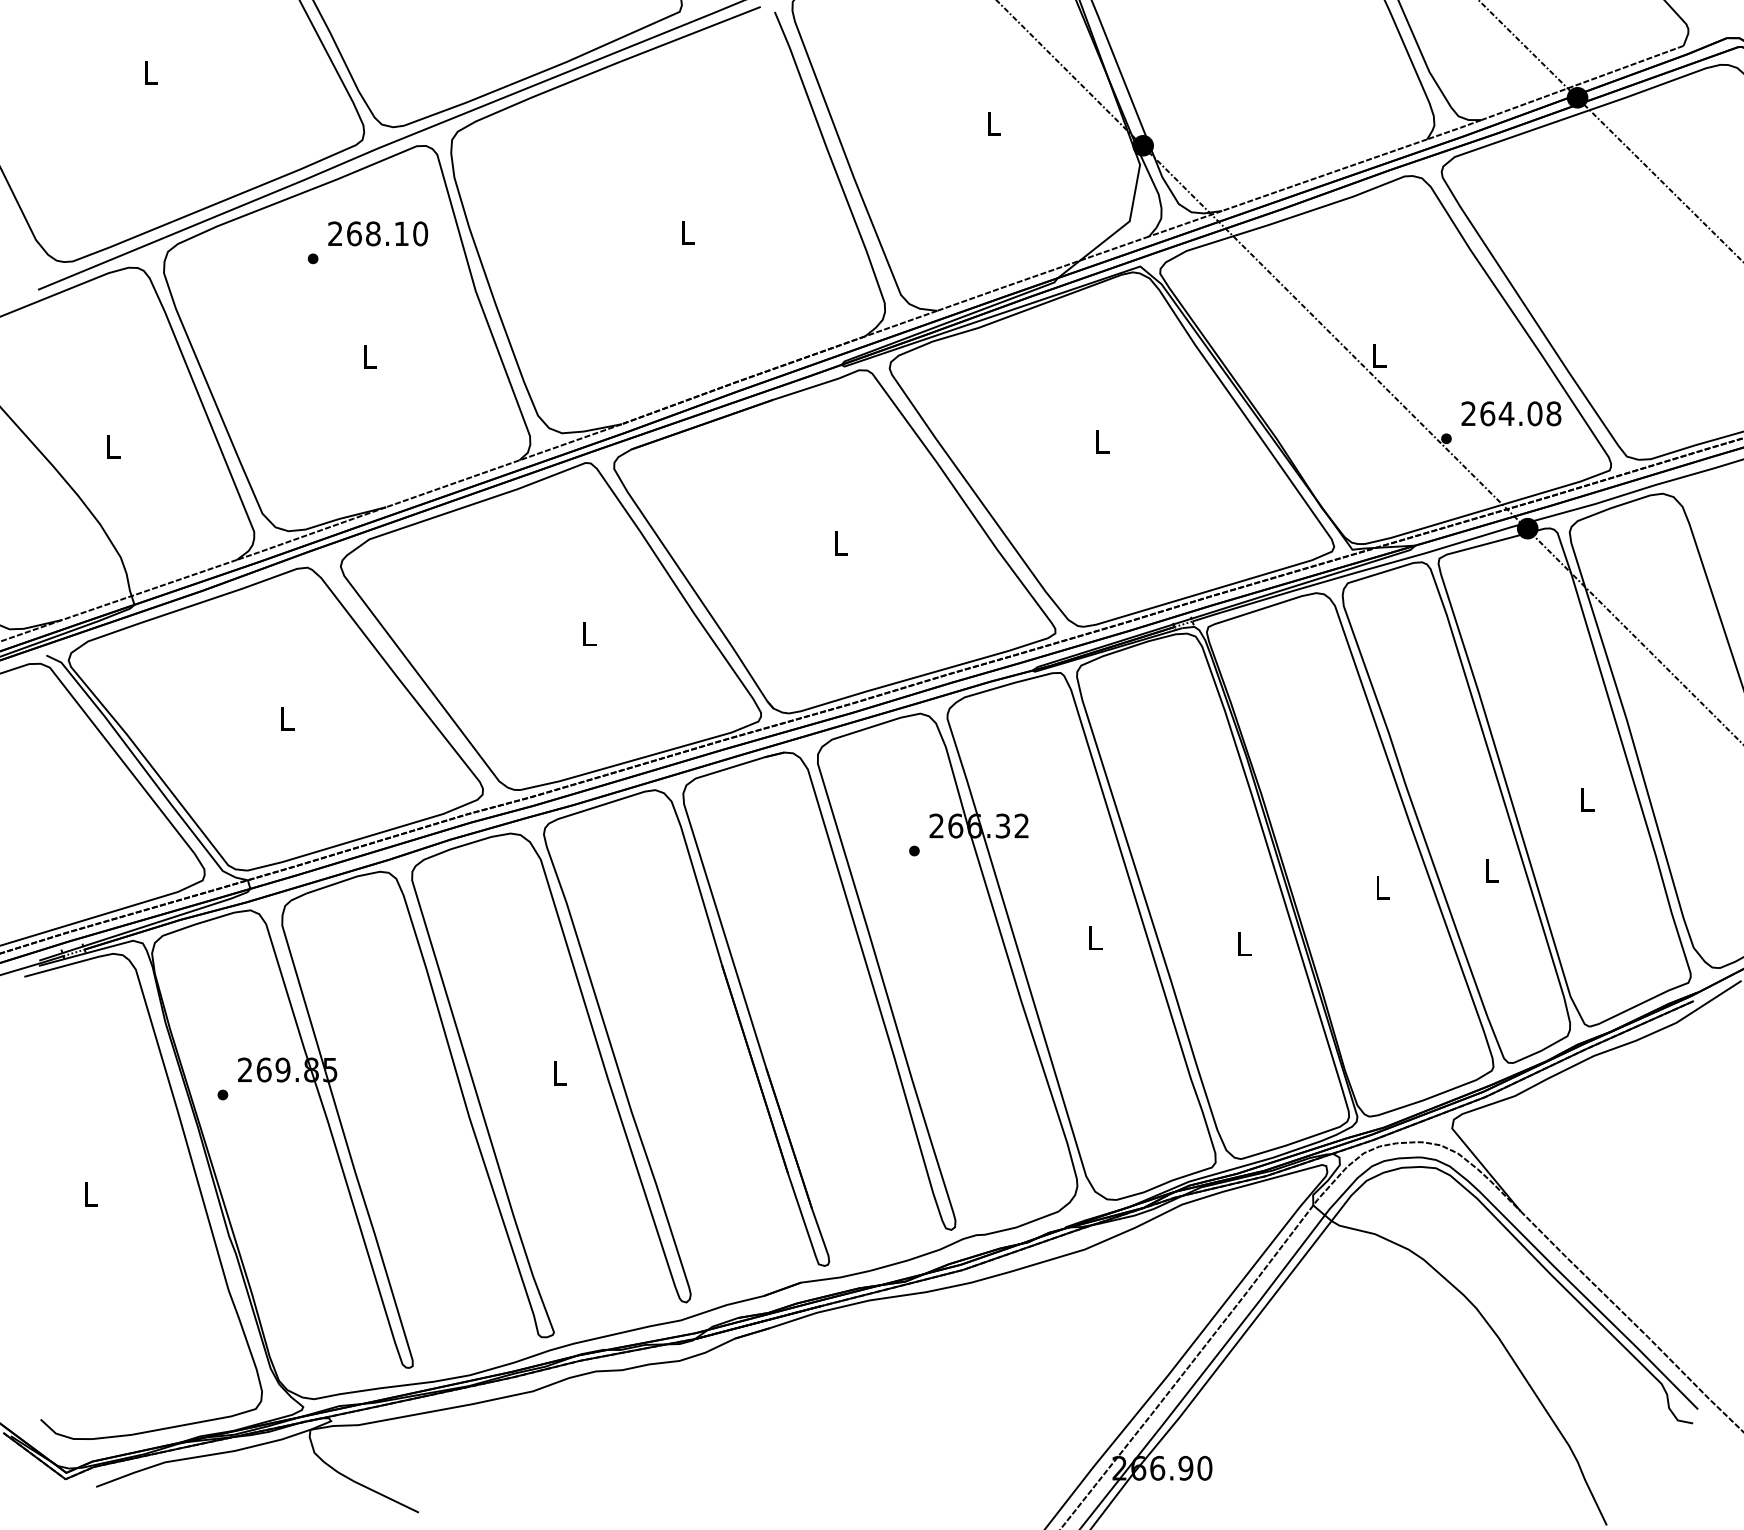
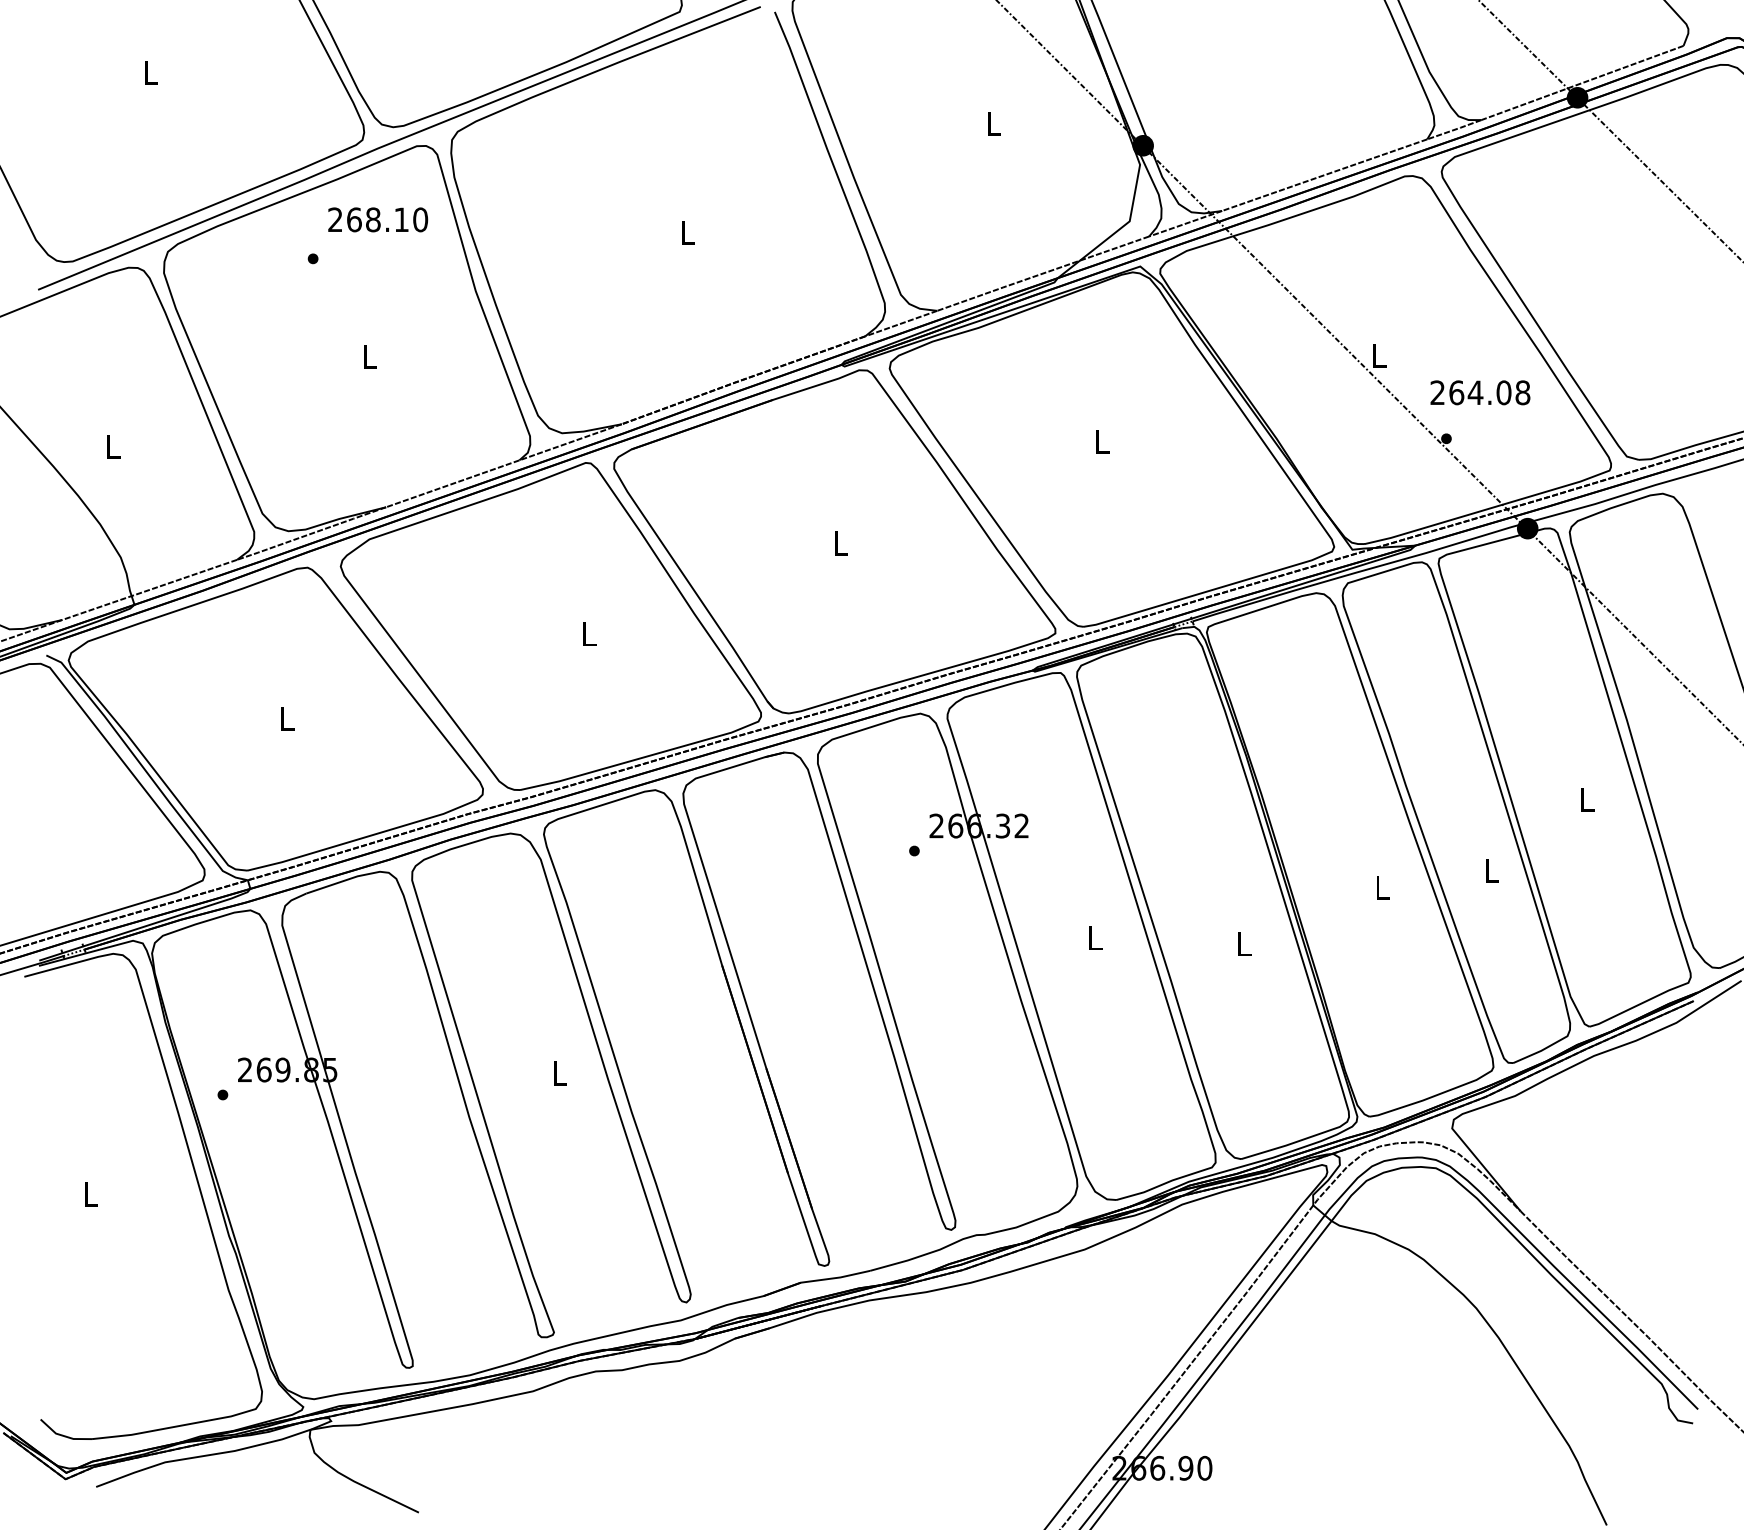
text at (378, 233) position: (378, 233) -> (378, 219)
text at (1511, 413) position: (1511, 413) -> (1480, 392)
